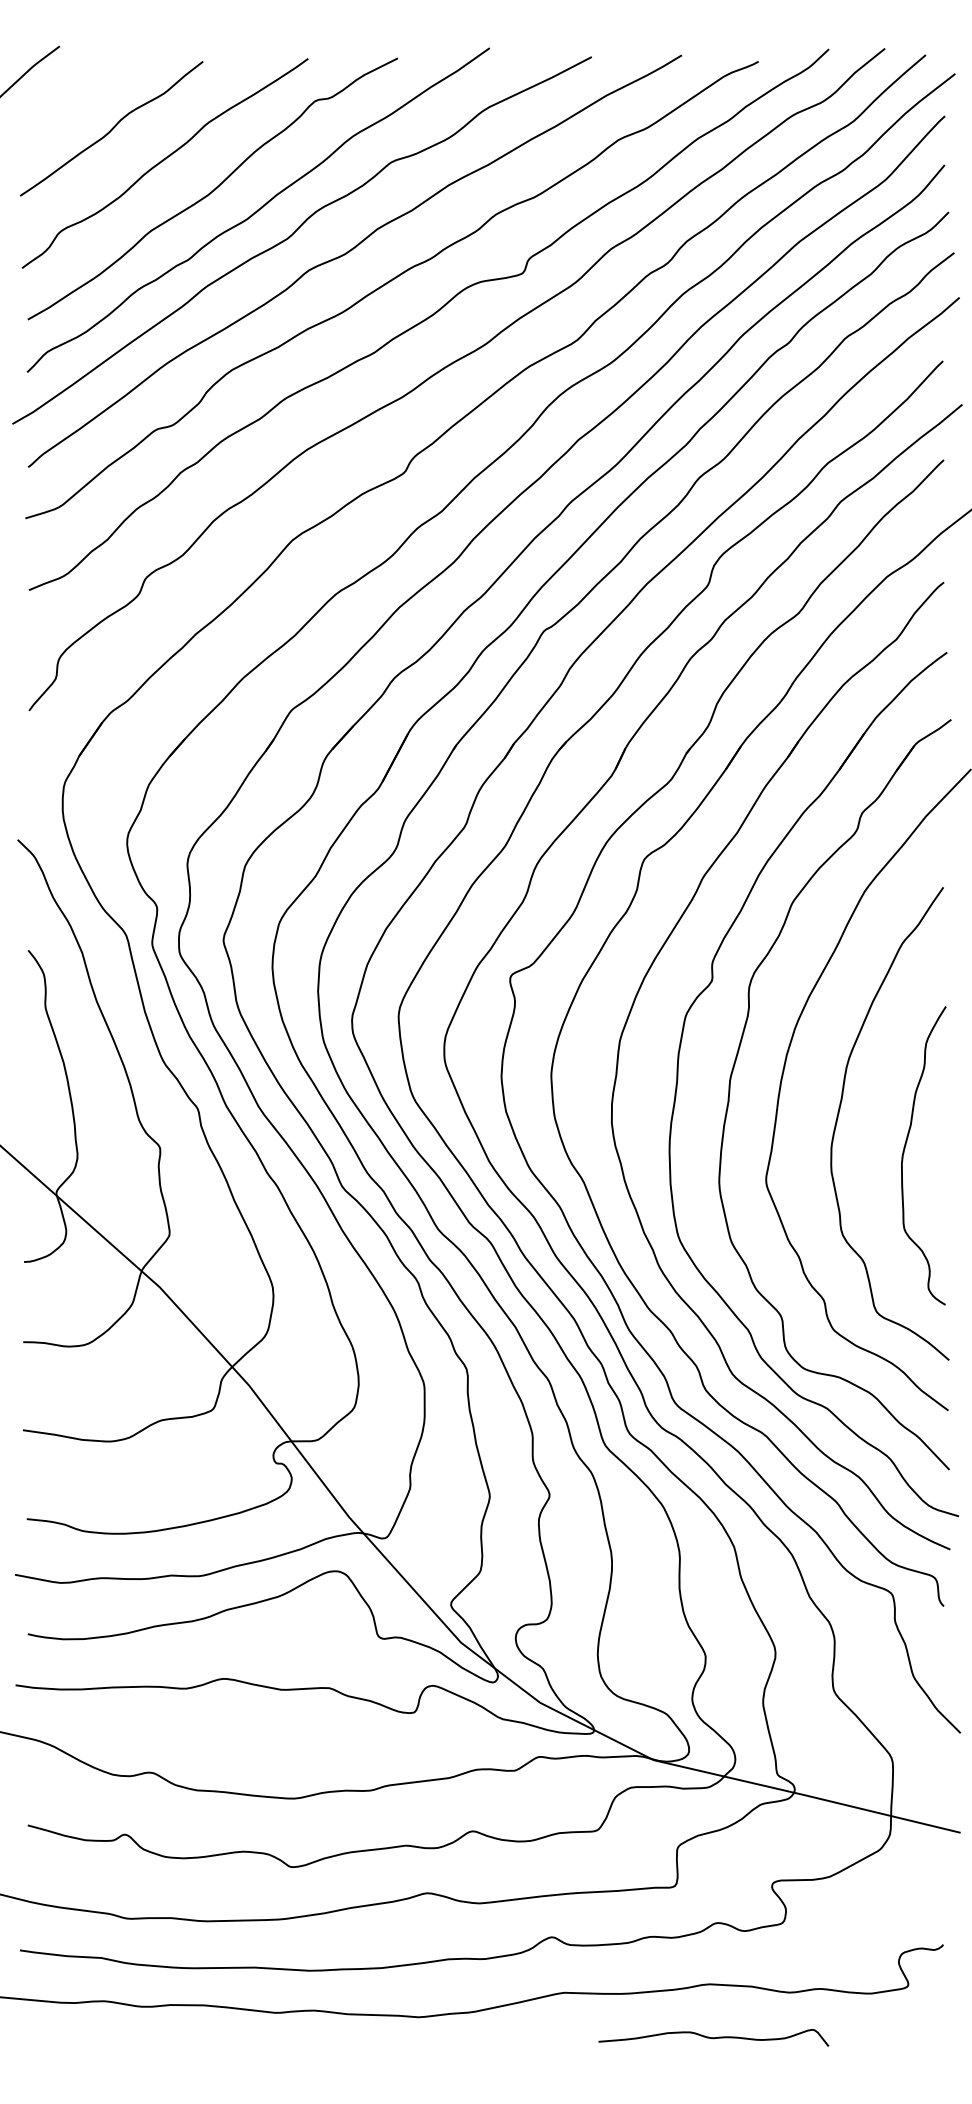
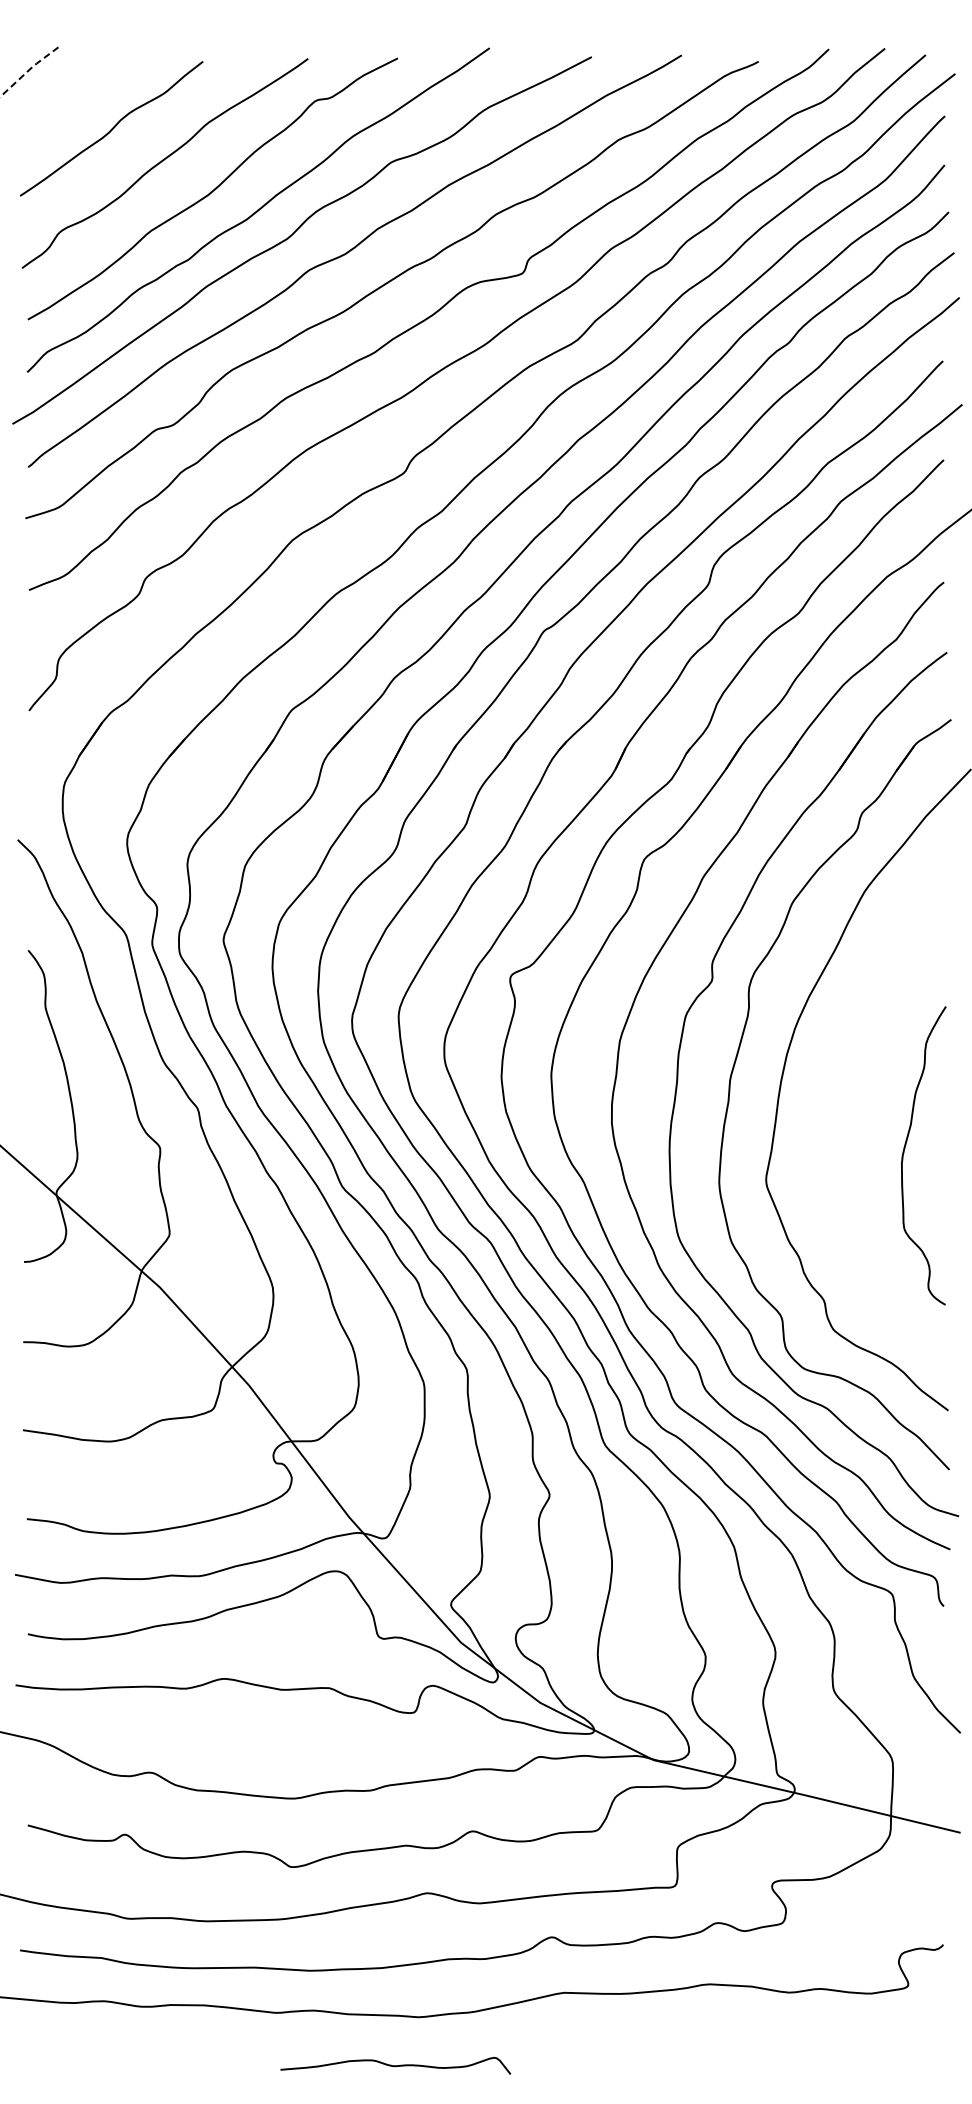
line at (30, 69): solid -> dashed
curve at (839, 1114): present -> none
curve at (713, 2037) position: (713, 2037) -> (395, 2065)
